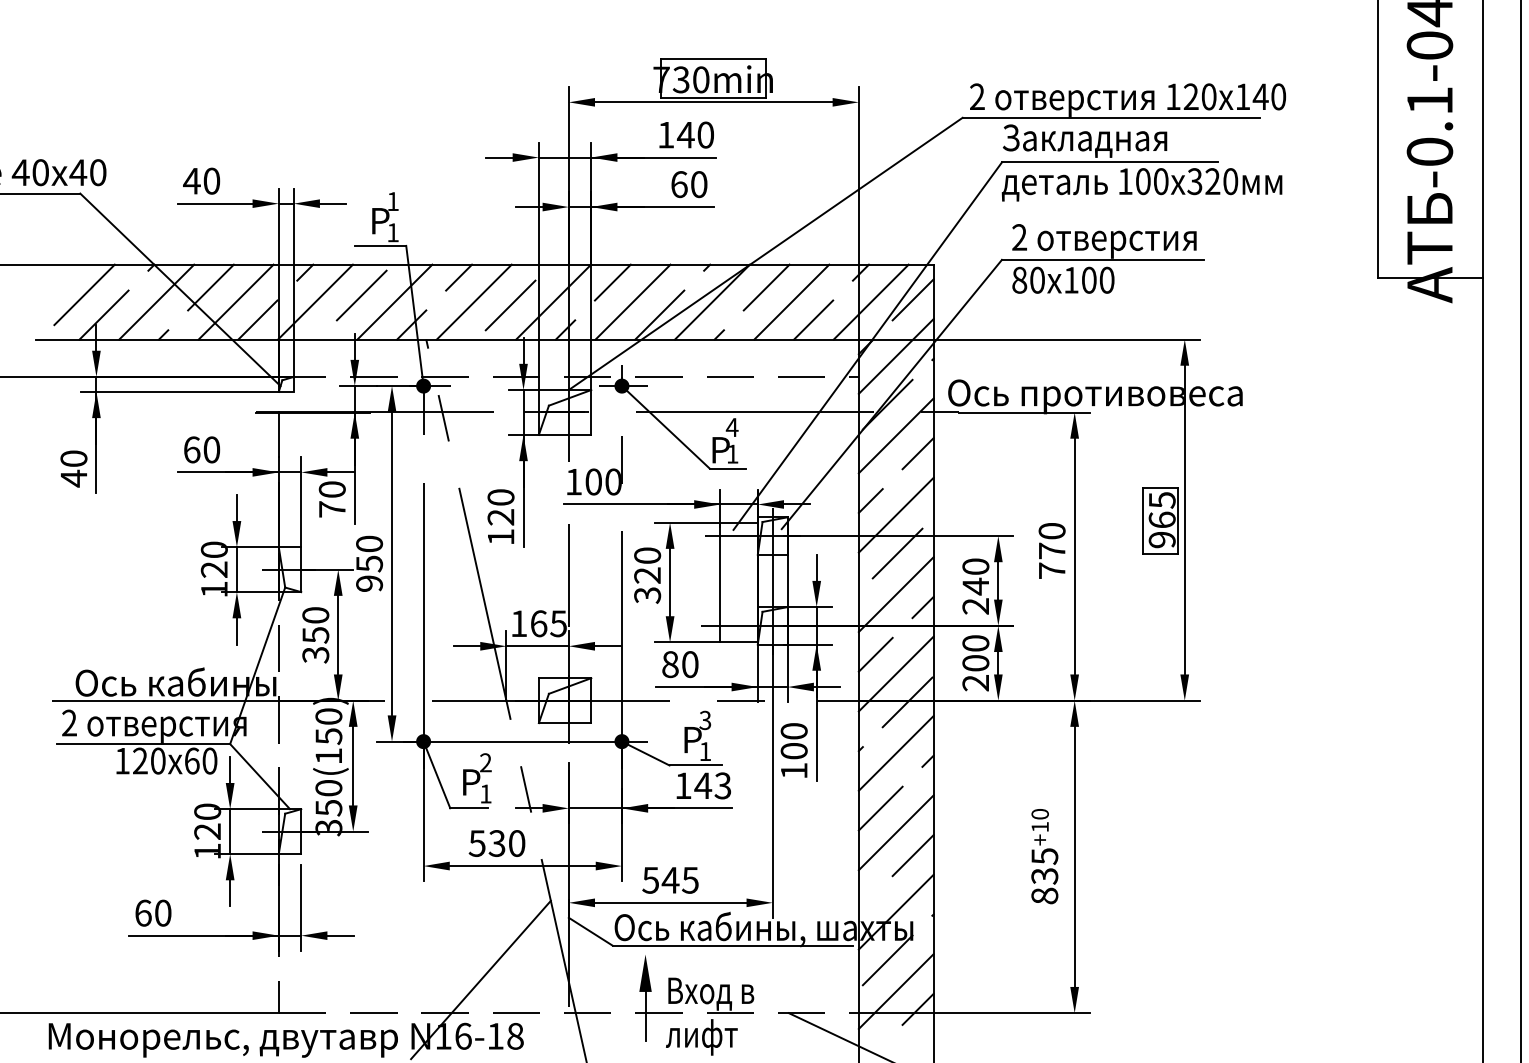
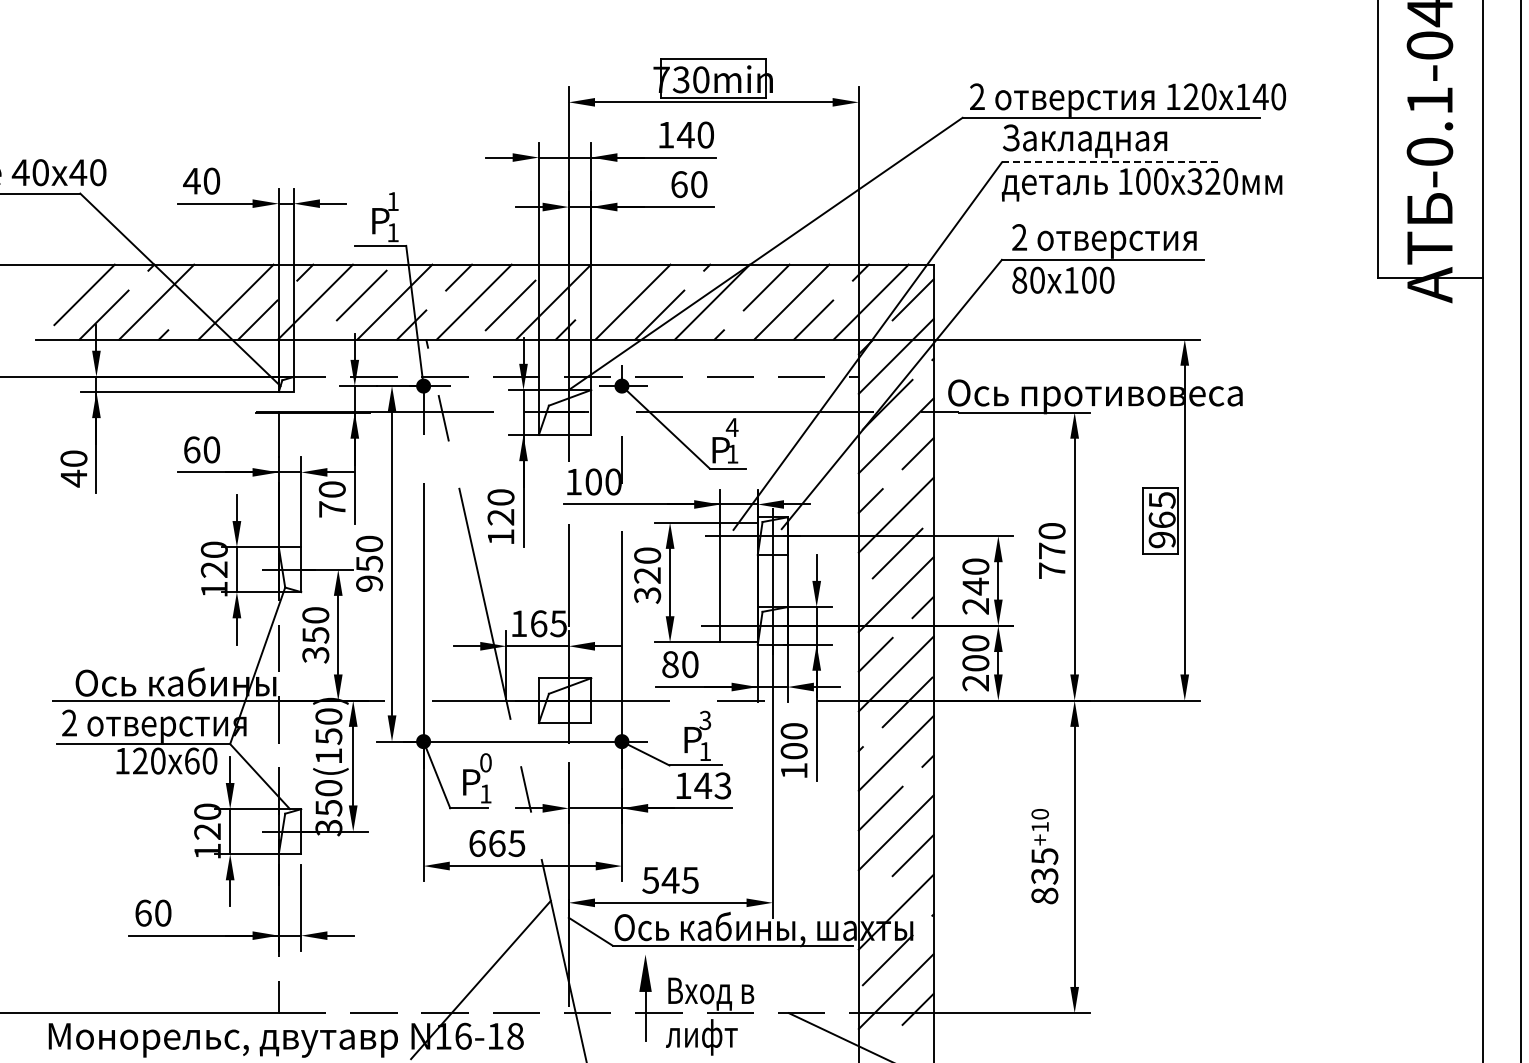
line at (1109, 162): solid -> dashed
line at (612, 282): present -> none
line at (210, 287): present -> none
text at (485, 762): 2 -> 0
text at (496, 843): 530 -> 665
